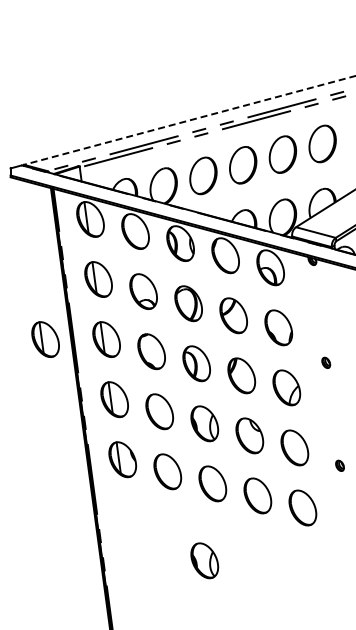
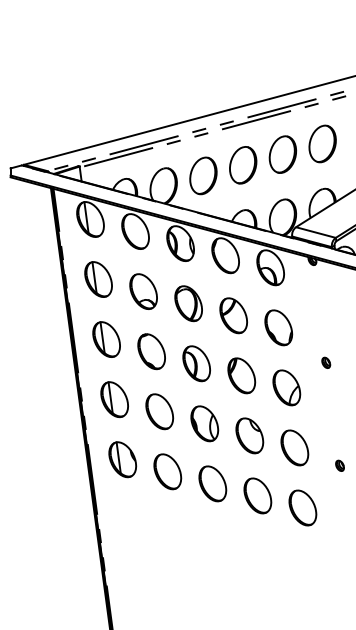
line at (189, 120): dashed -> solid
part at (45, 339): present -> none
part at (204, 560): present -> none
